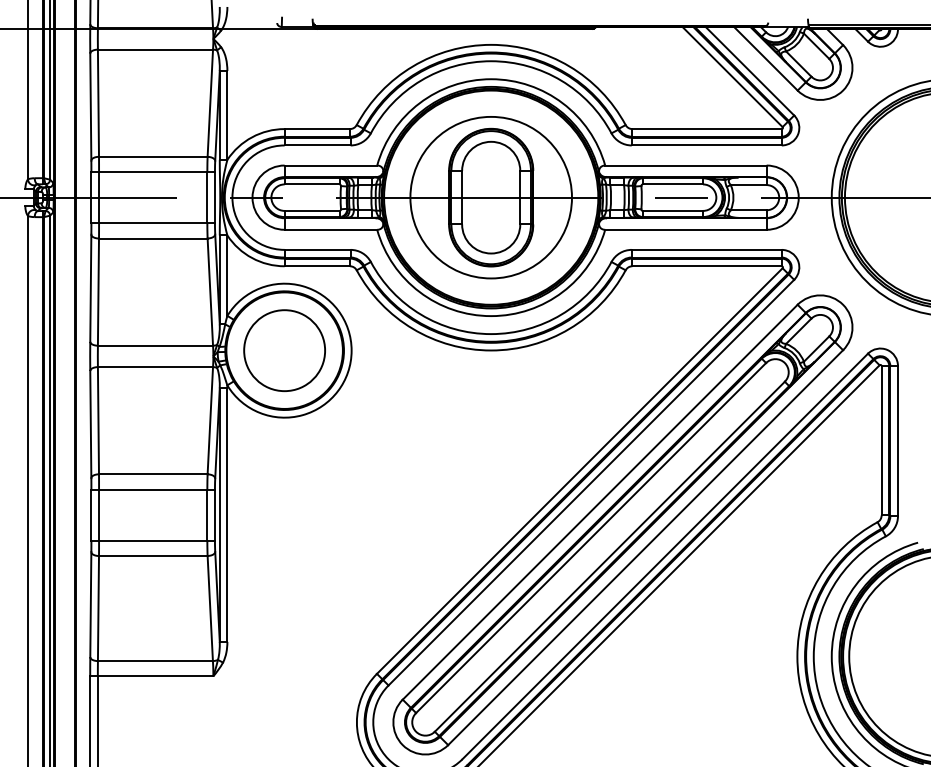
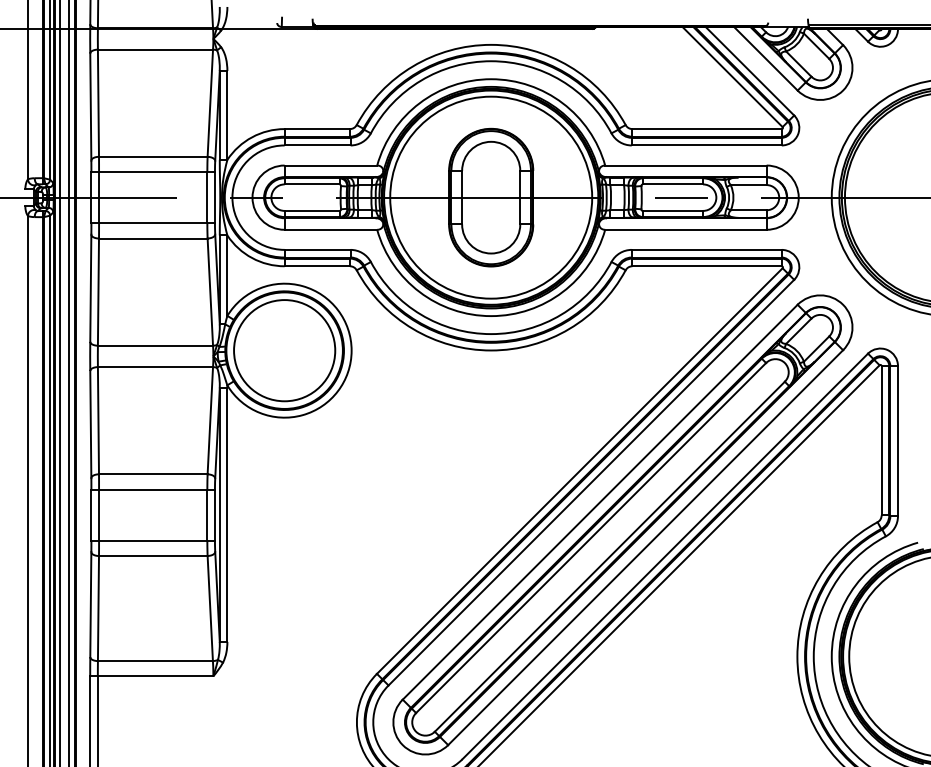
circle at (490, 197) diameter: 162 px -> 202 px
circle at (284, 350) diameter: 81 px -> 101 px
line at (59, 382): none -> present
line at (68, 382): none -> present
